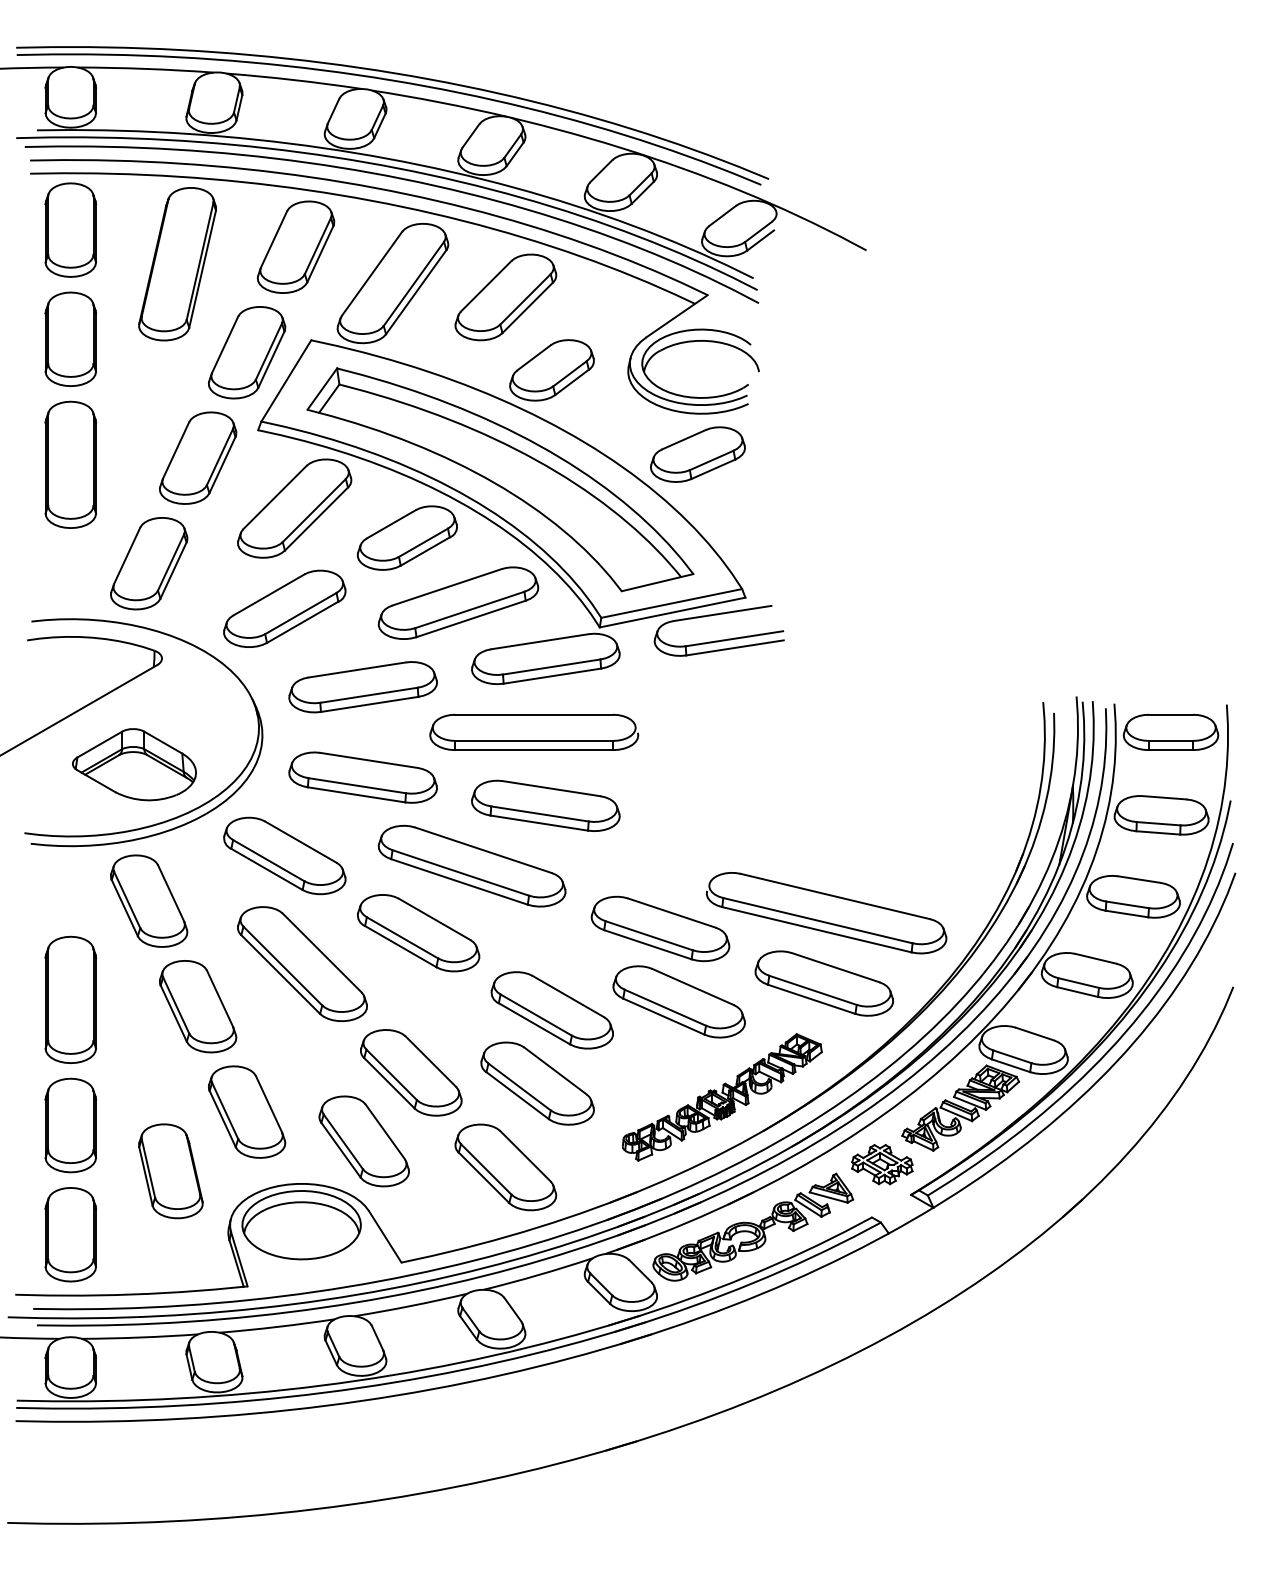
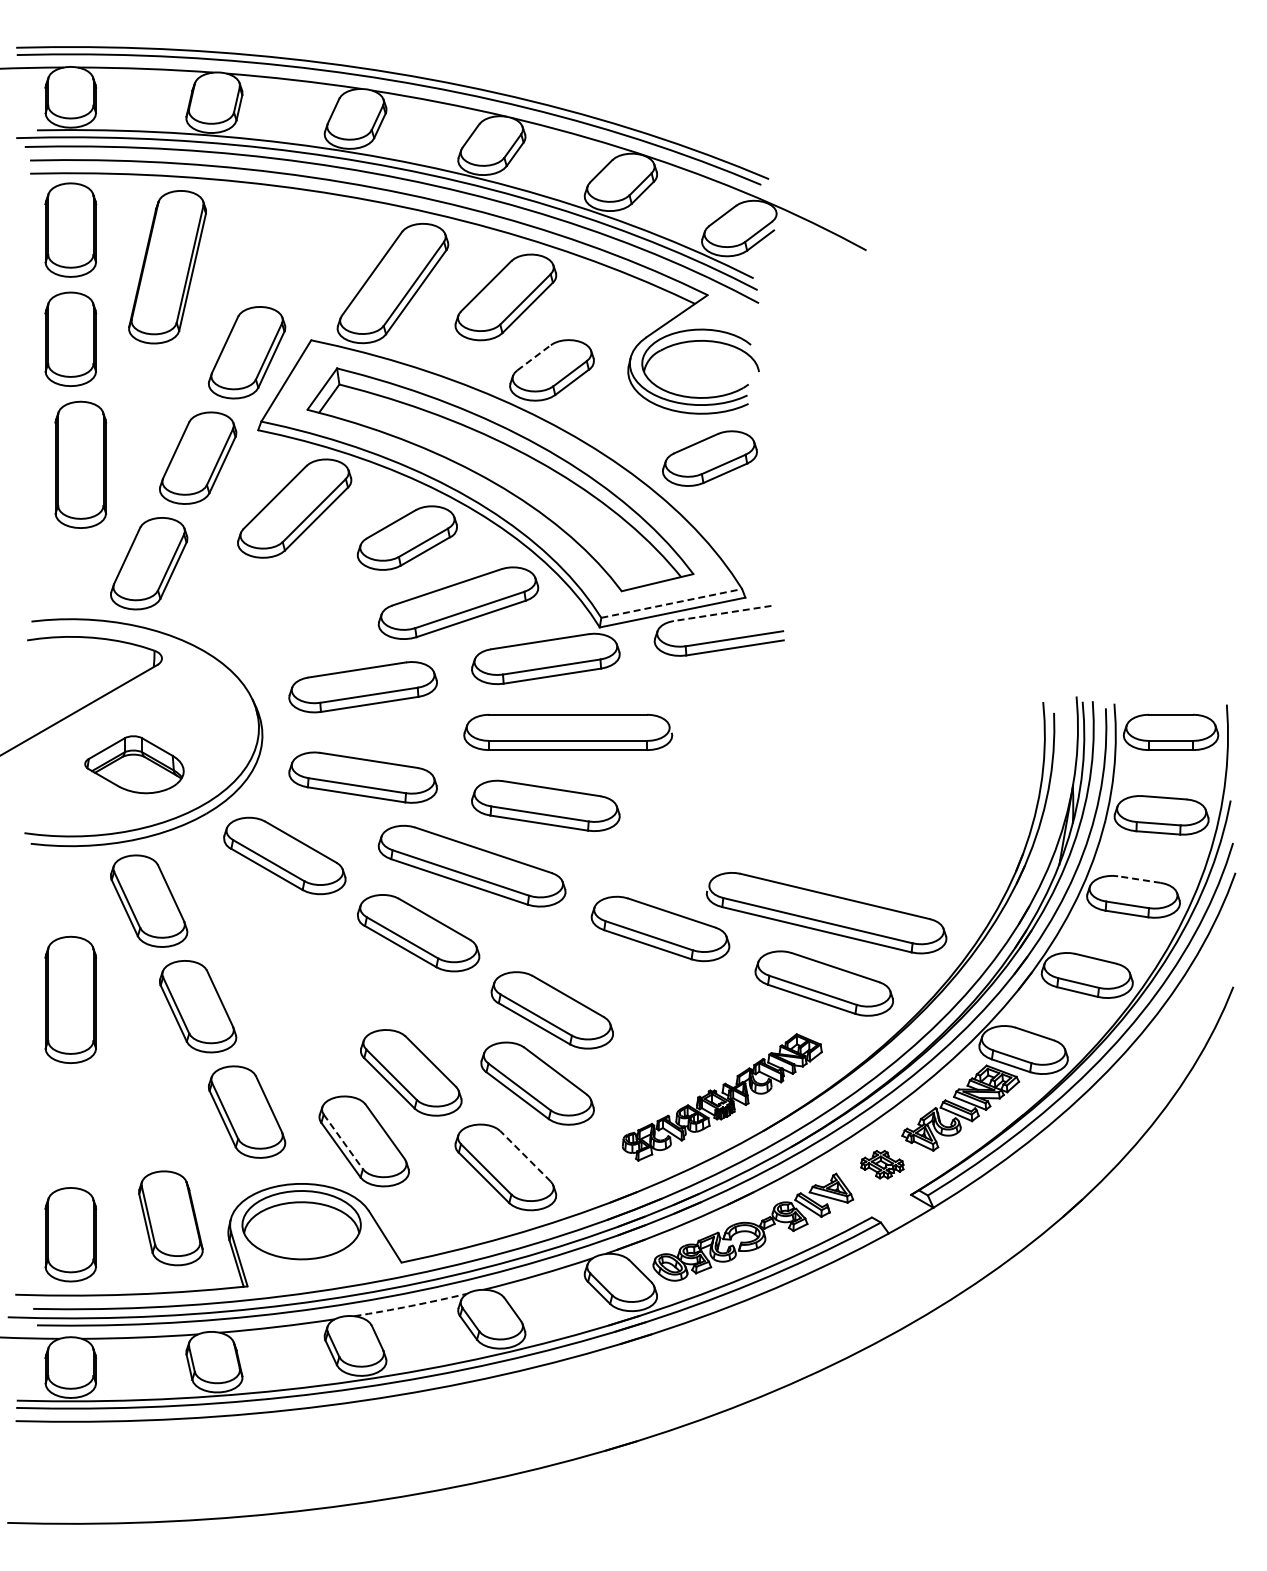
part at (295, 246): present -> none
part at (177, 264) position: (177, 264) -> (167, 267)
line at (534, 357): solid -> dashed
part at (697, 454) position: (697, 454) -> (709, 458)
part at (70, 464) position: (70, 464) -> (80, 464)
line at (671, 603): solid -> dashed
part at (284, 608): present -> none
line at (722, 613): solid -> dashed
part at (534, 731) position: (534, 731) -> (568, 731)
part at (134, 764) size: 125x74 px -> 101x60 px
line at (1139, 879): solid -> dashed
part at (302, 964): present -> none
part at (678, 1001): present -> none
part at (70, 1125): present -> none
line at (343, 1141): solid -> dashed
line at (525, 1156): solid -> dashed
part at (882, 1164) size: 63x42 px -> 45x30 px
part at (170, 1171) position: (170, 1171) -> (170, 1218)
arc at (410, 1306): solid -> dashed
